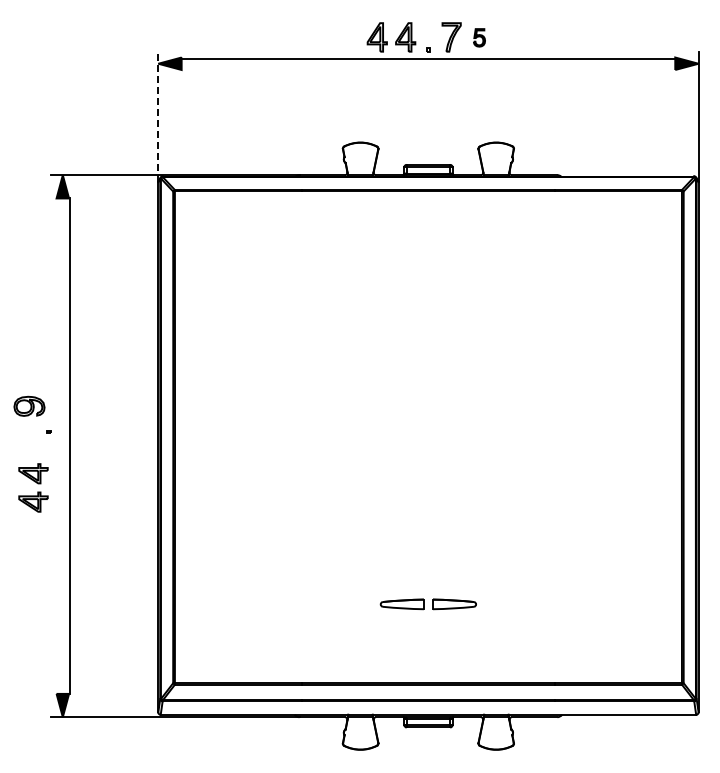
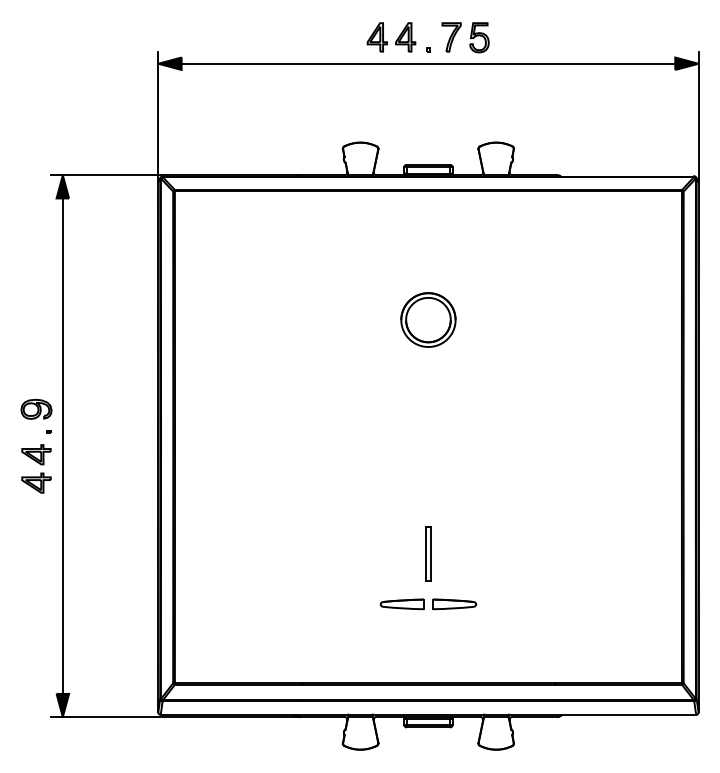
part at (479, 37) size: 13x20 px -> 21x32 px
line at (428, 58) position: (428, 58) -> (428, 63)
line at (158, 116): dashed -> solid
part at (428, 319): none -> present
part at (29, 405) position: (29, 405) -> (36, 408)
line at (69, 445) position: (69, 445) -> (62, 445)
part at (33, 487) position: (33, 487) -> (36, 468)
part at (428, 553): none -> present
